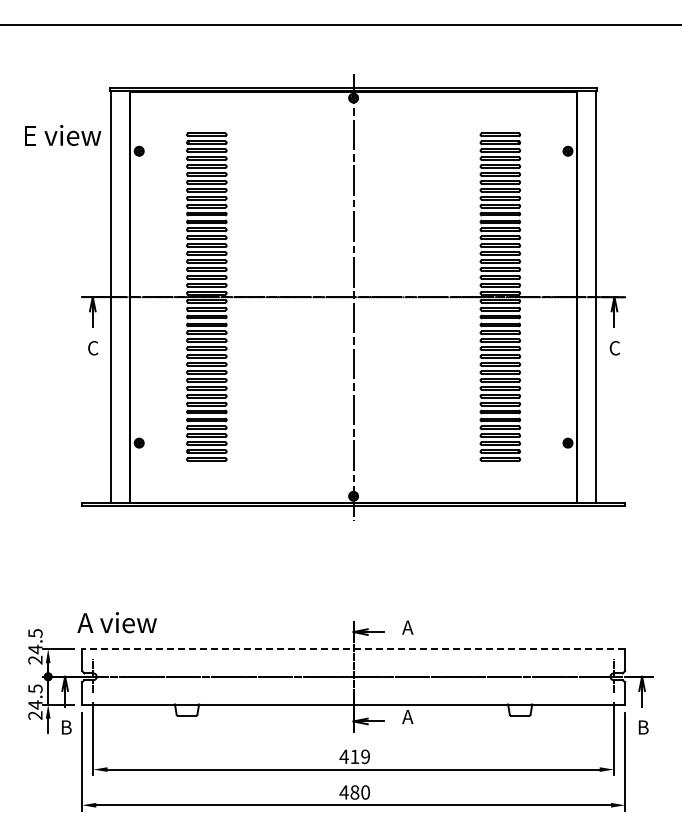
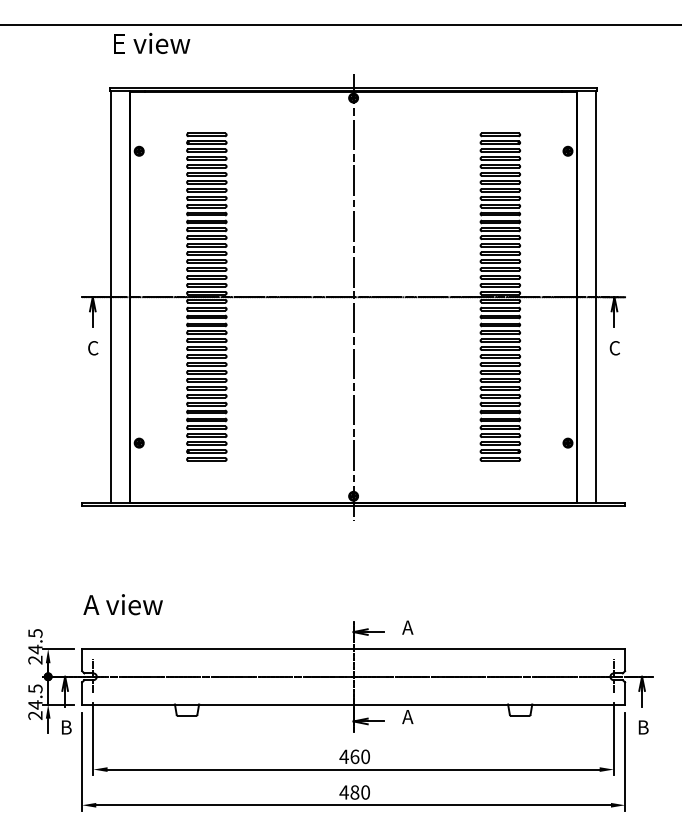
text at (63, 135) position: (63, 135) -> (152, 43)
text at (116, 622) position: (116, 622) -> (122, 604)
line at (353, 649): dashed -> solid
text at (359, 756): 419 -> 460
